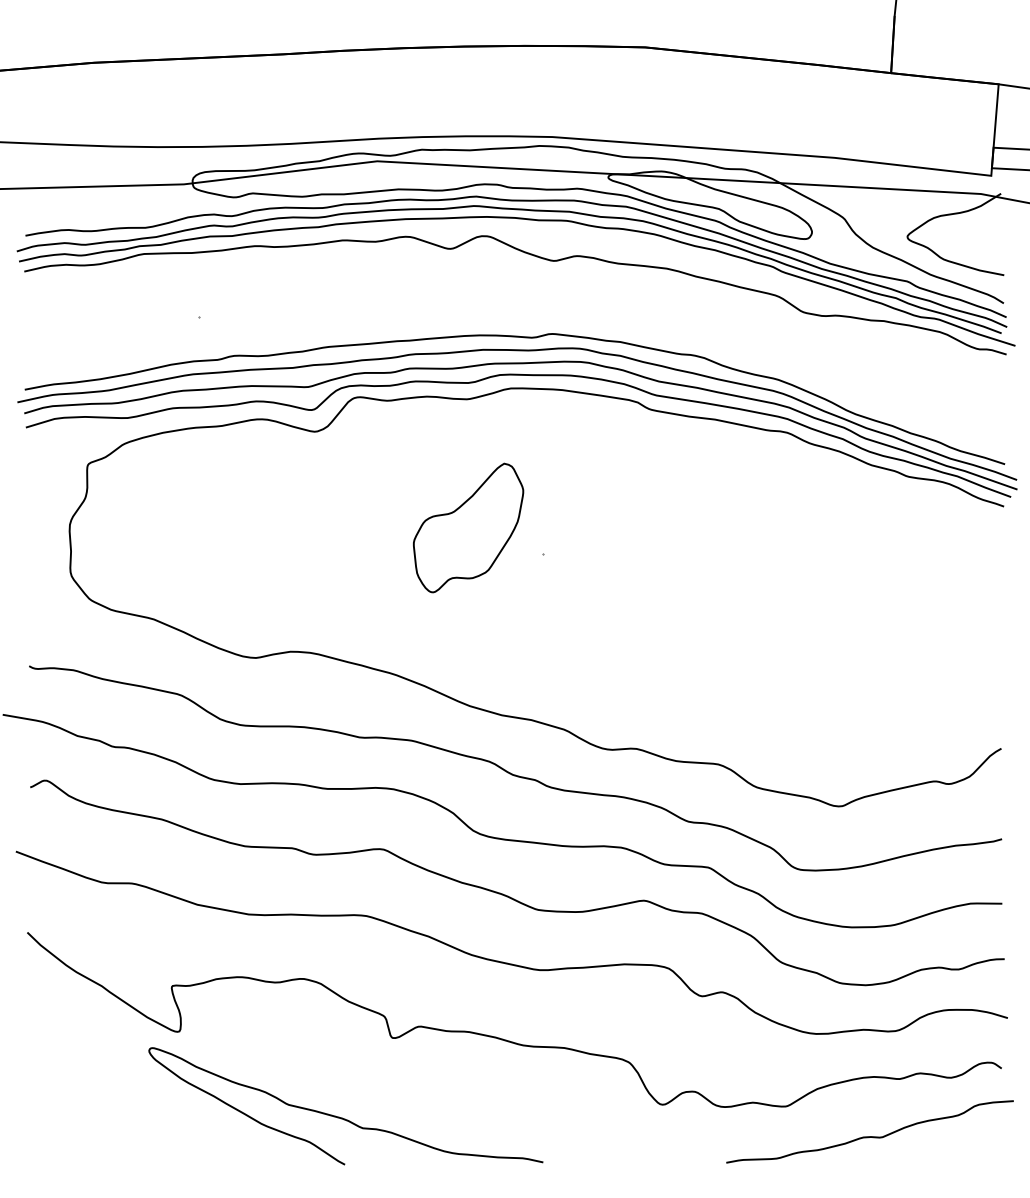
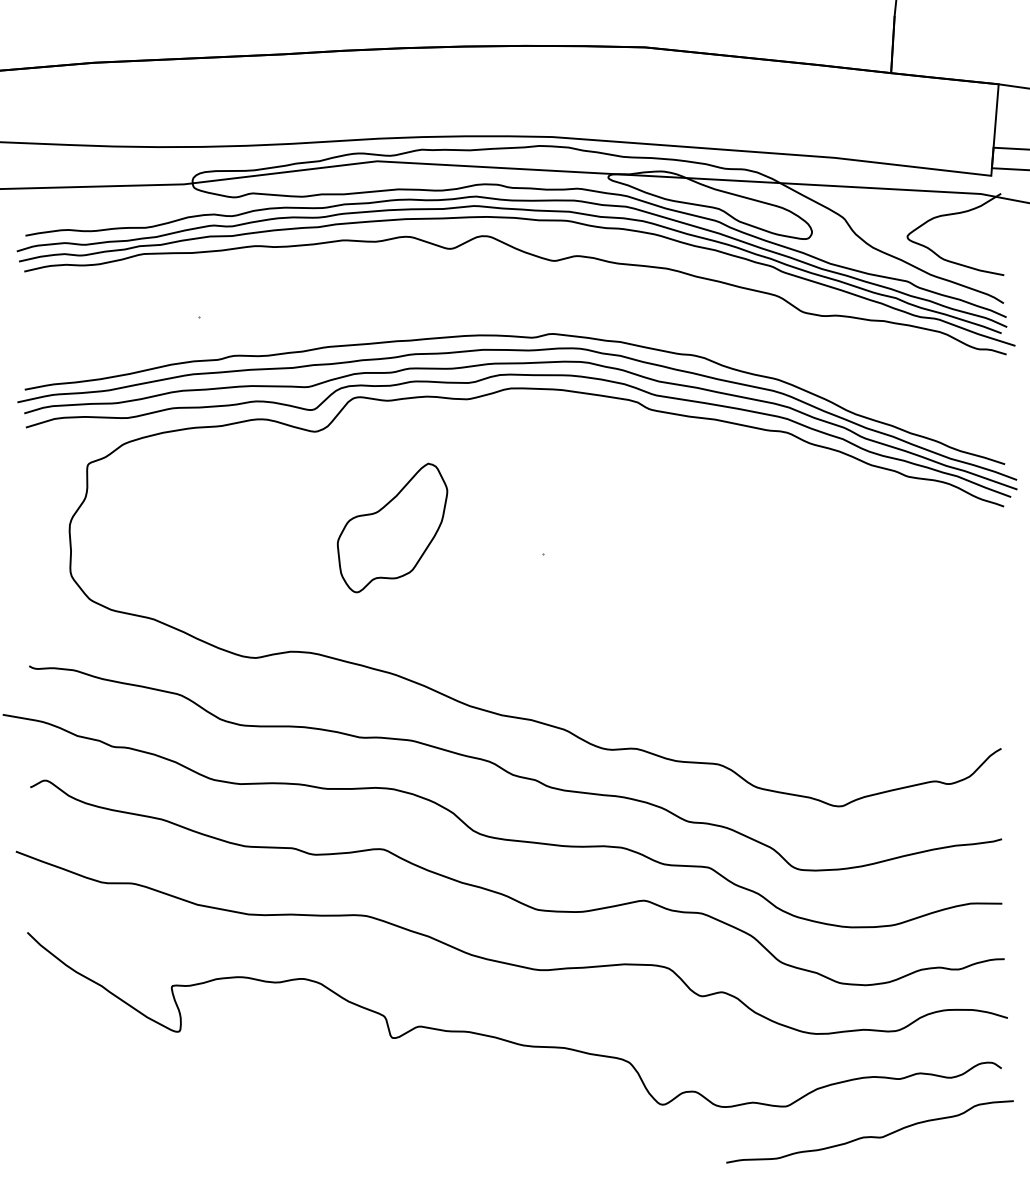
part at (468, 527) position: (468, 527) -> (392, 527)
curve at (342, 1117): present -> none
